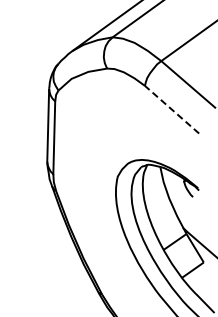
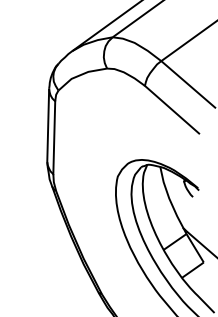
line at (171, 109): dashed -> solid
